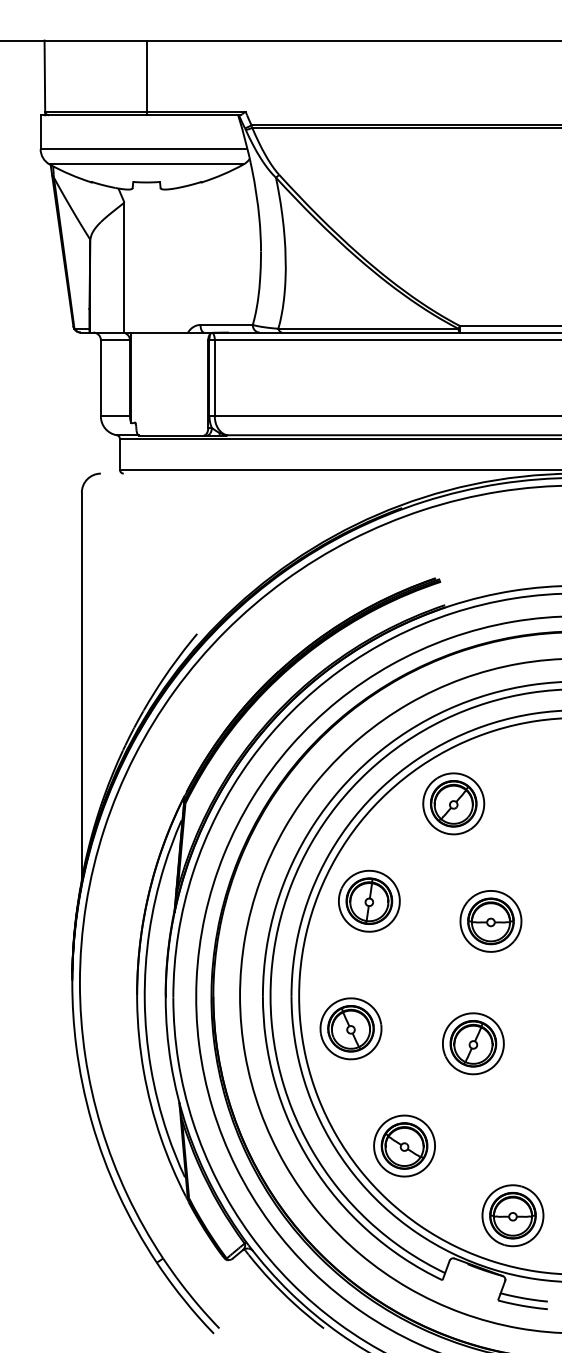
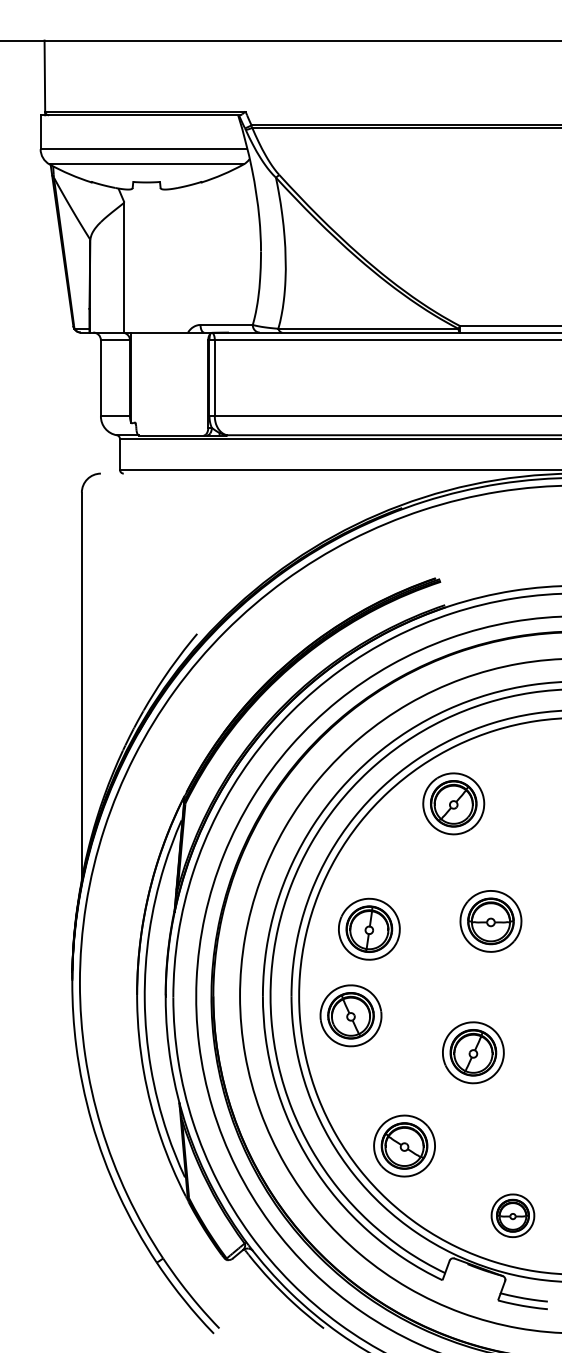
line at (146, 77): present -> none
part at (369, 900) position: (369, 900) -> (369, 928)
part at (350, 1028) position: (350, 1028) -> (350, 1015)
part at (473, 1043) position: (473, 1043) -> (473, 1052)
part at (512, 1215) size: 64x64 px -> 46x45 px
